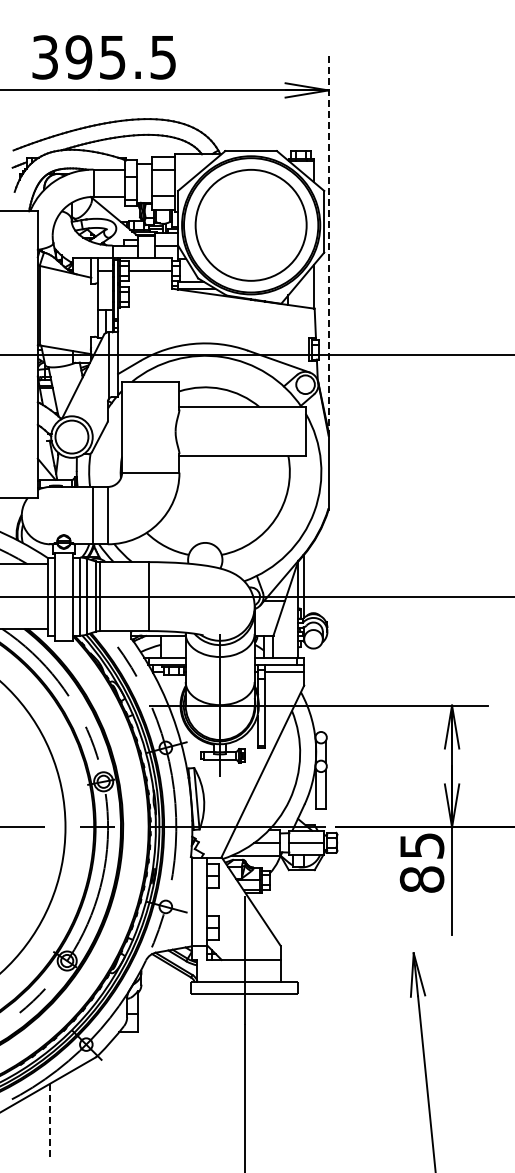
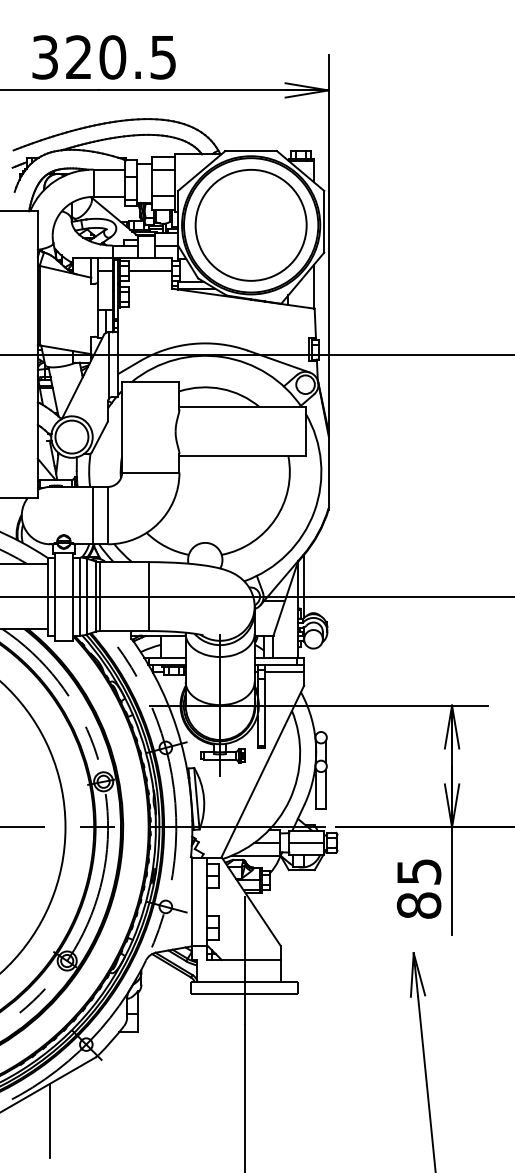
text at (95, 57): 395.5 -> 320.5
line at (328, 245): dashed -> solid
text at (421, 862) position: (421, 862) -> (418, 888)
line at (49, 1121): dashed -> solid
